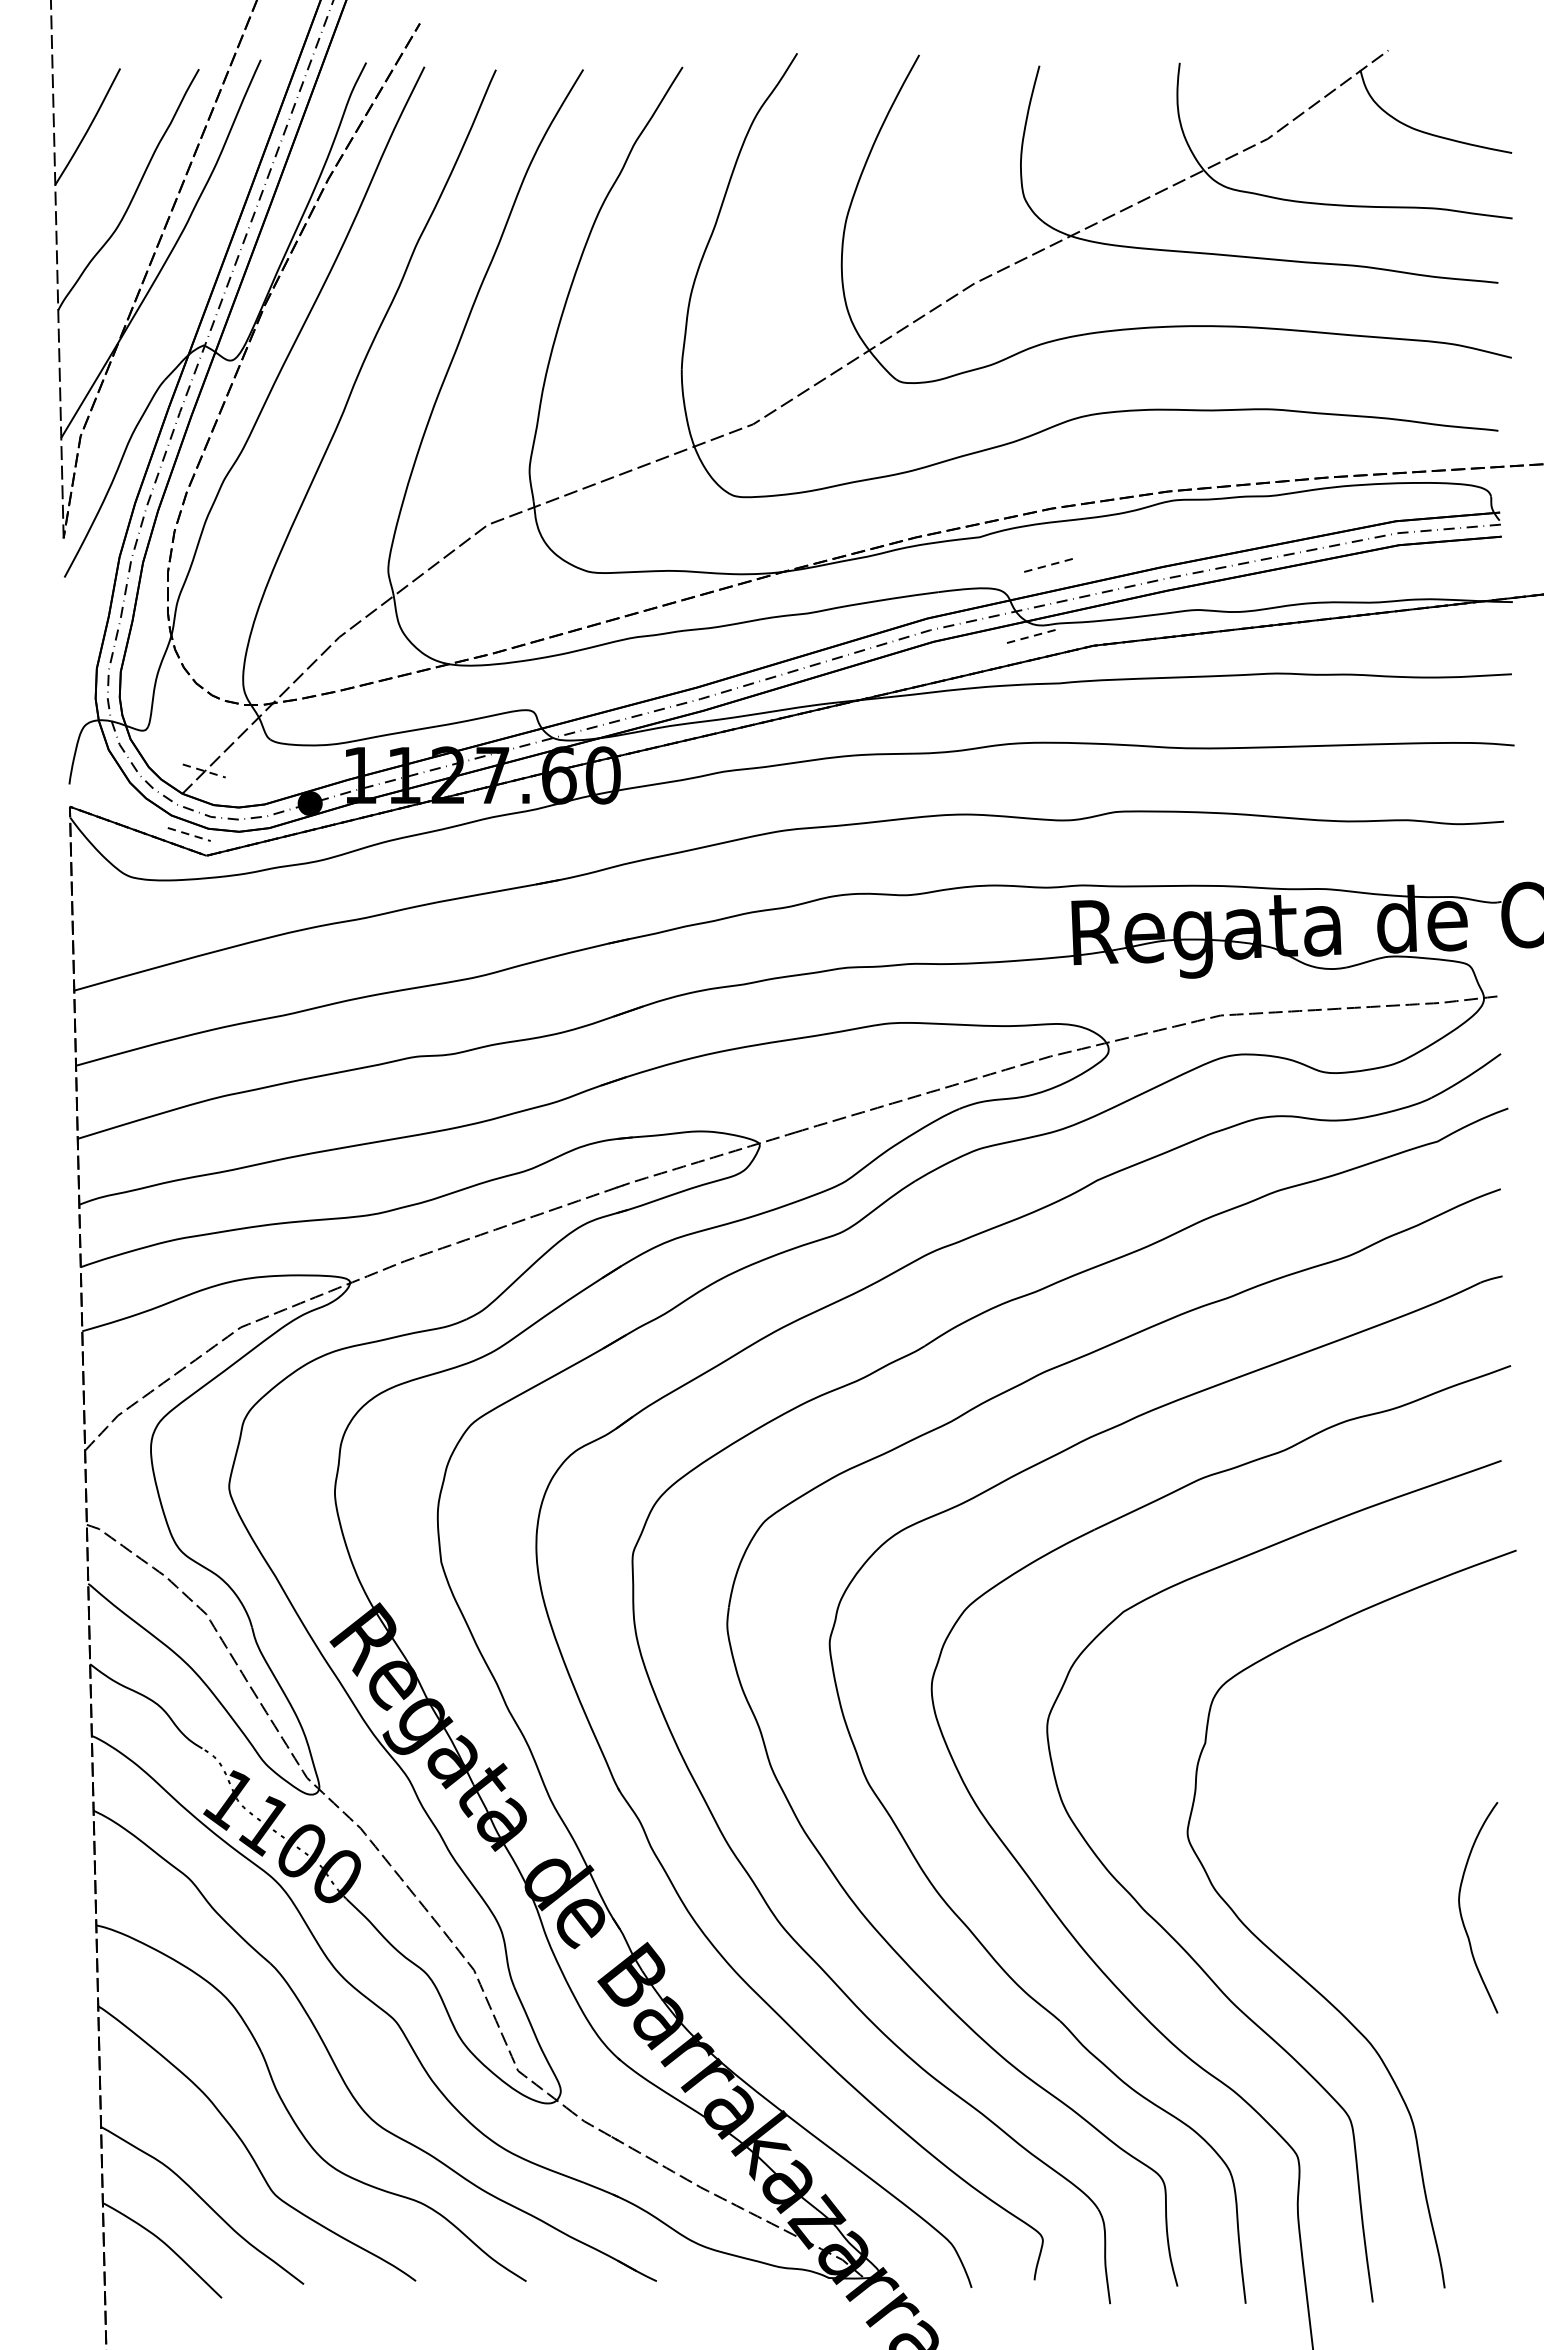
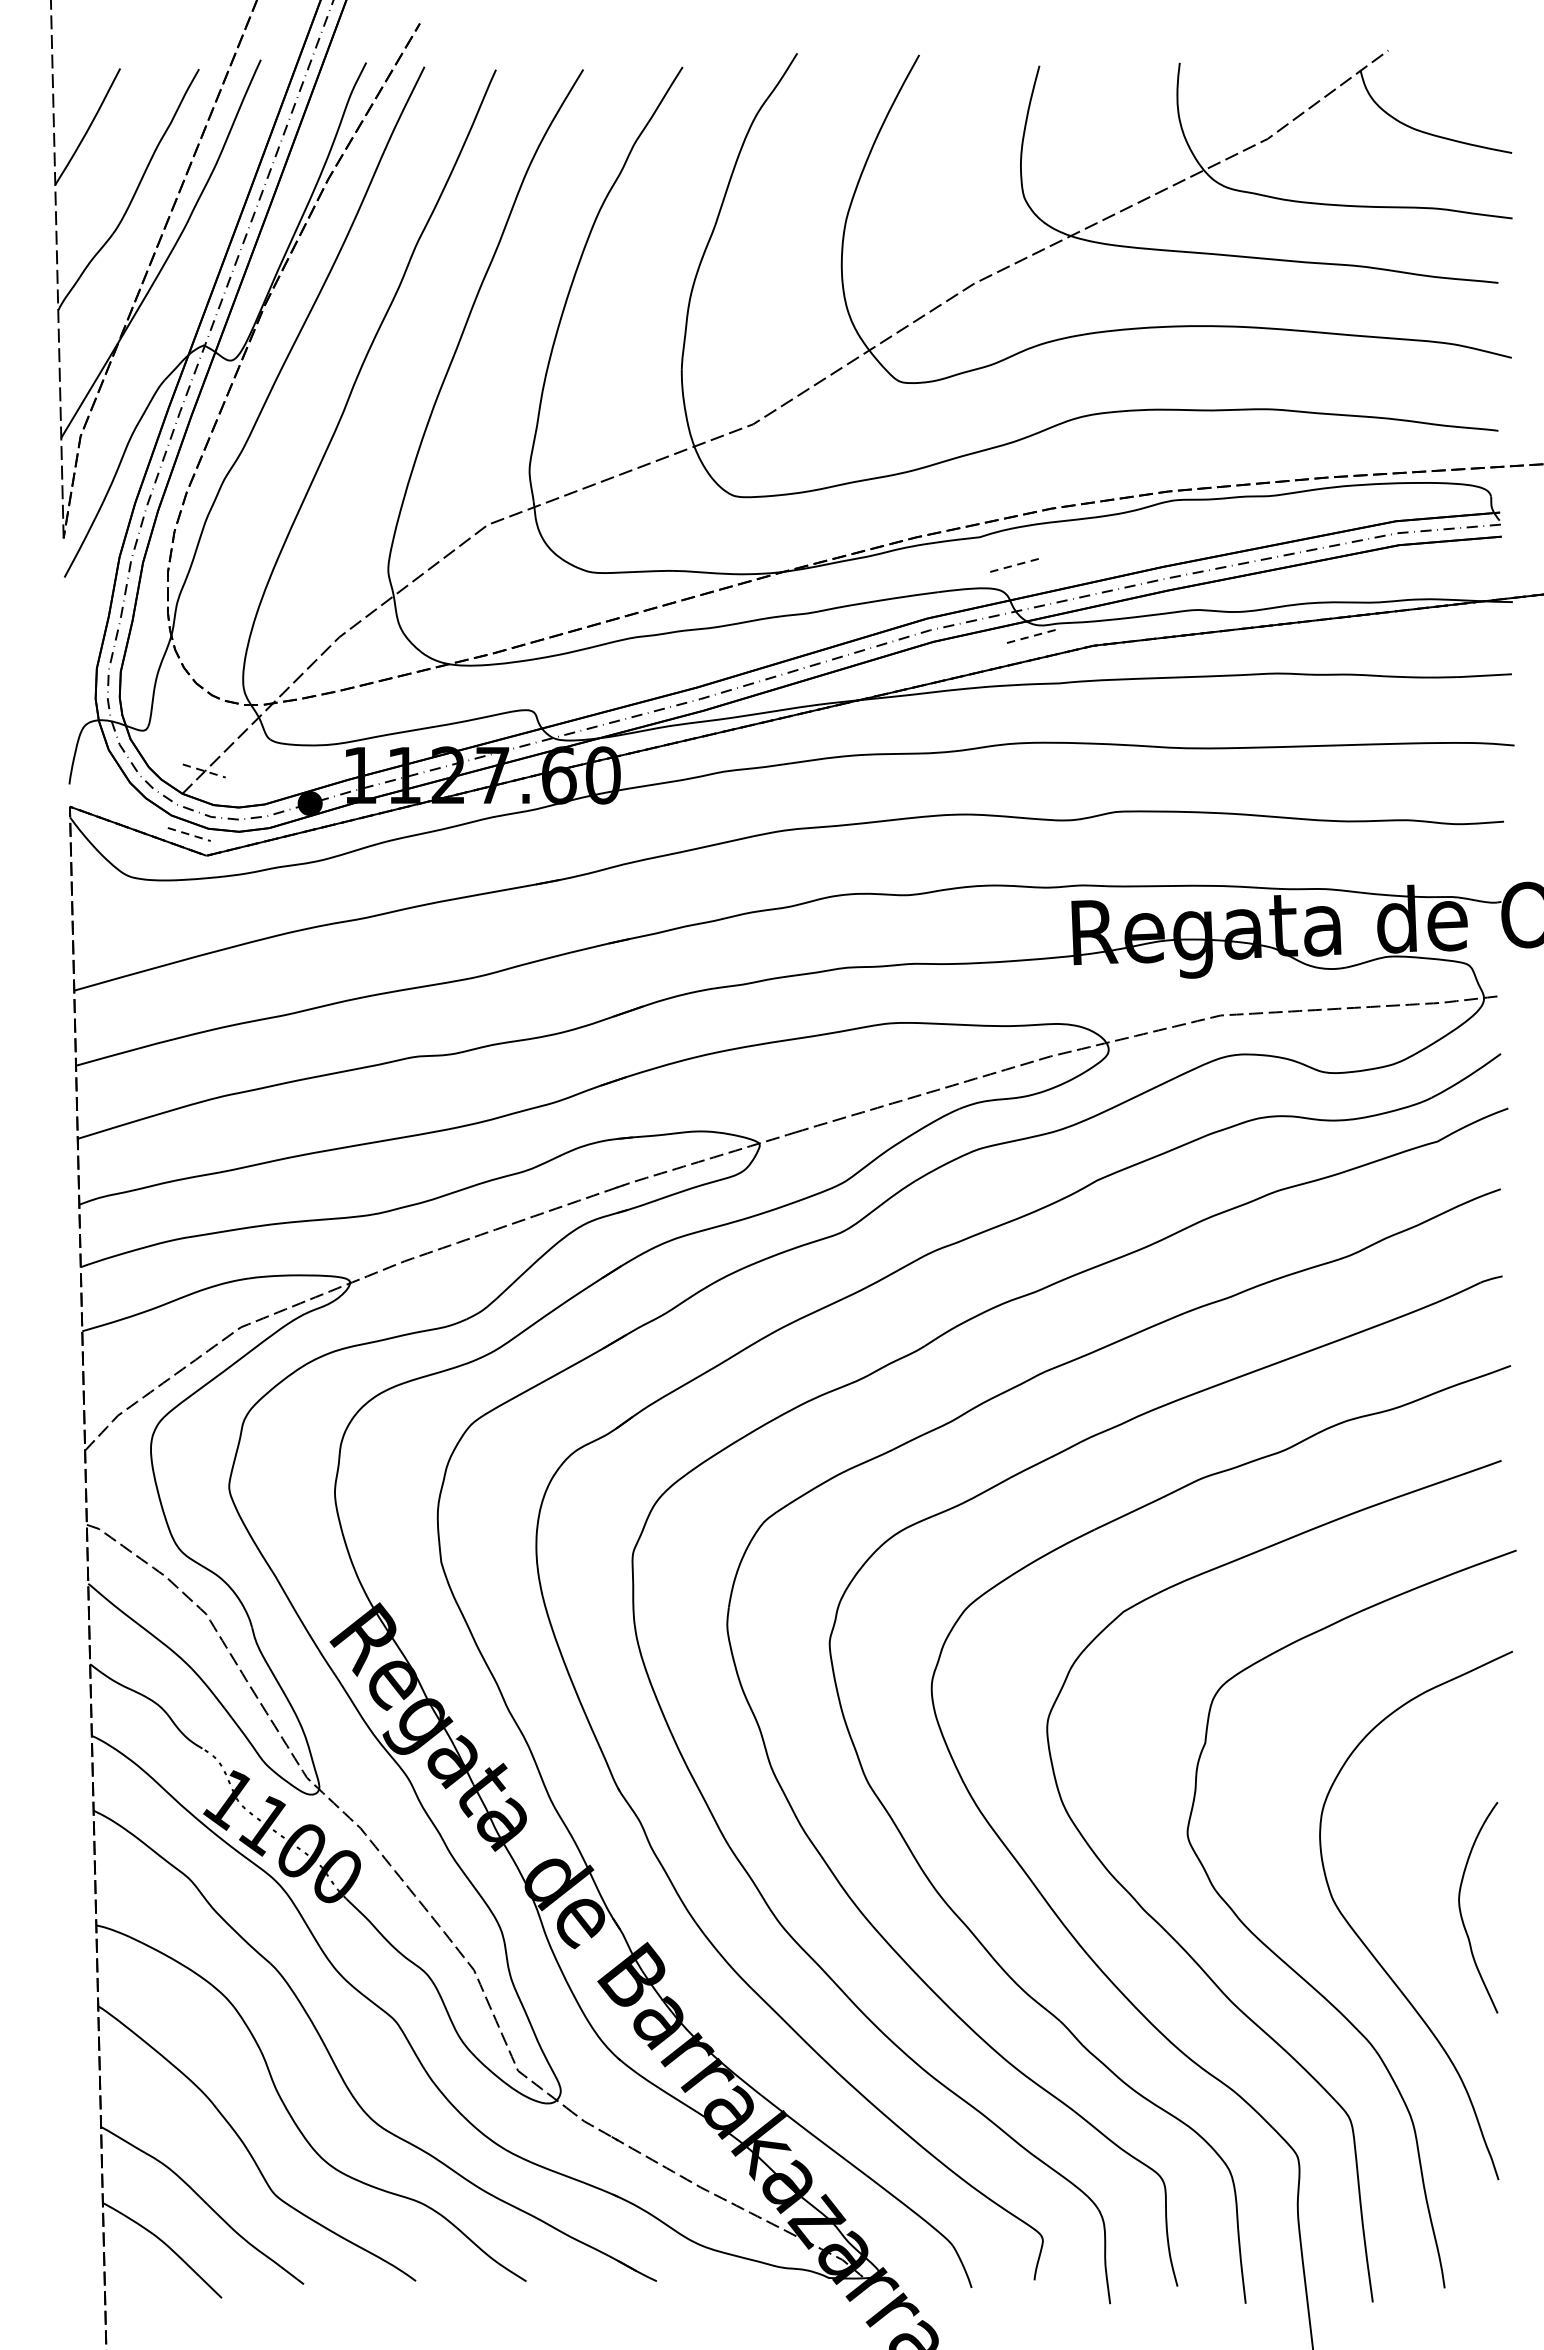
line at (1045, 565) position: (1045, 565) -> (1011, 565)
curve at (1370, 1950): none -> present
